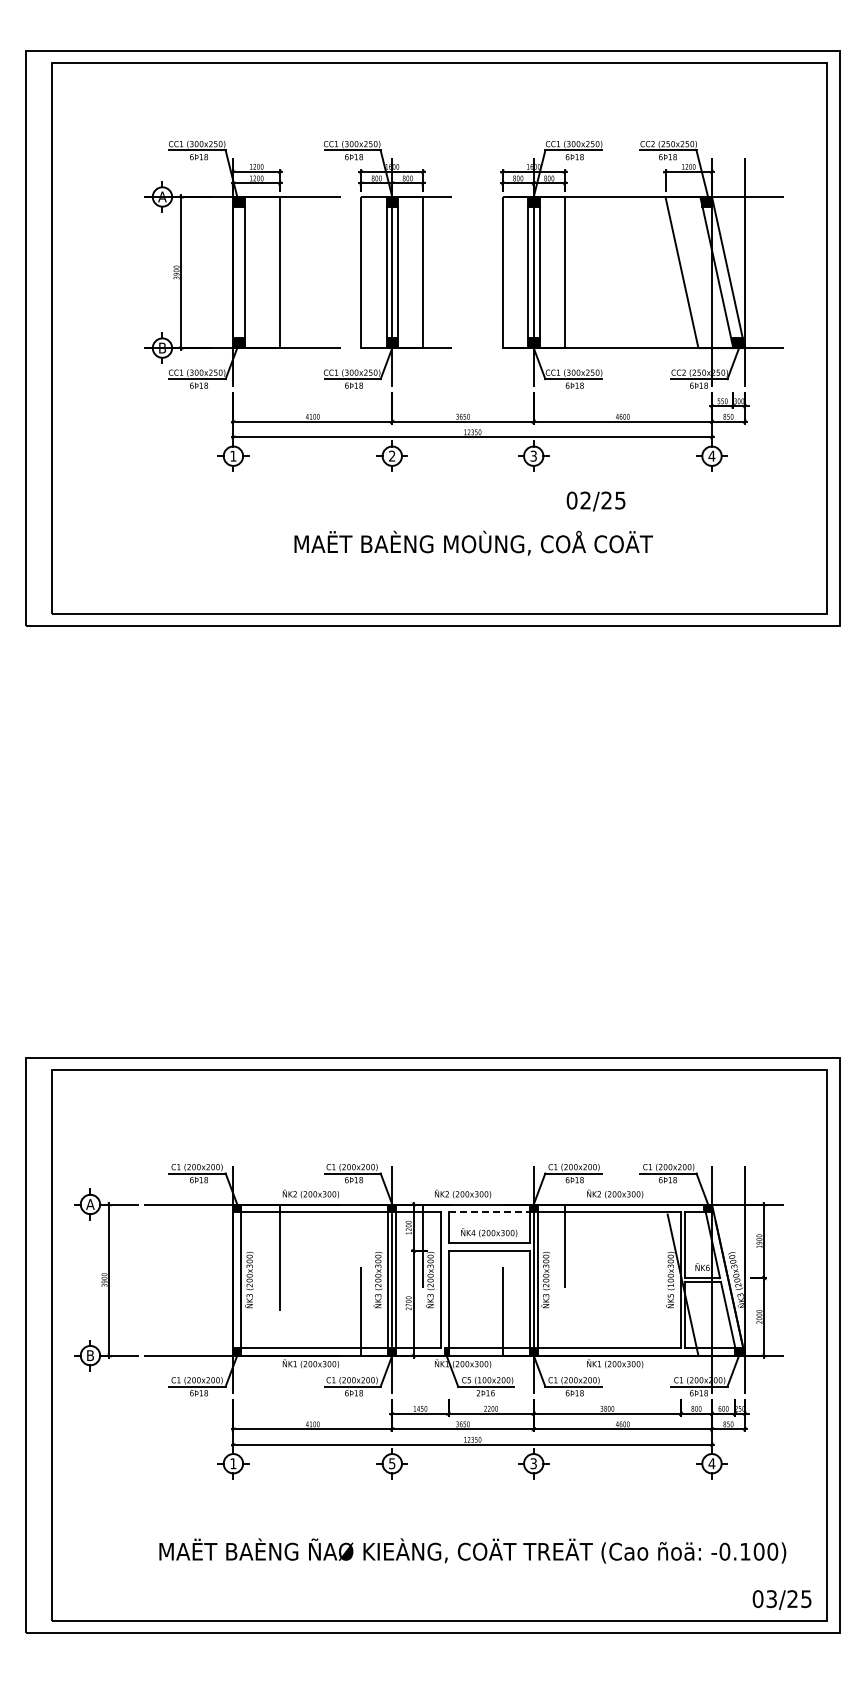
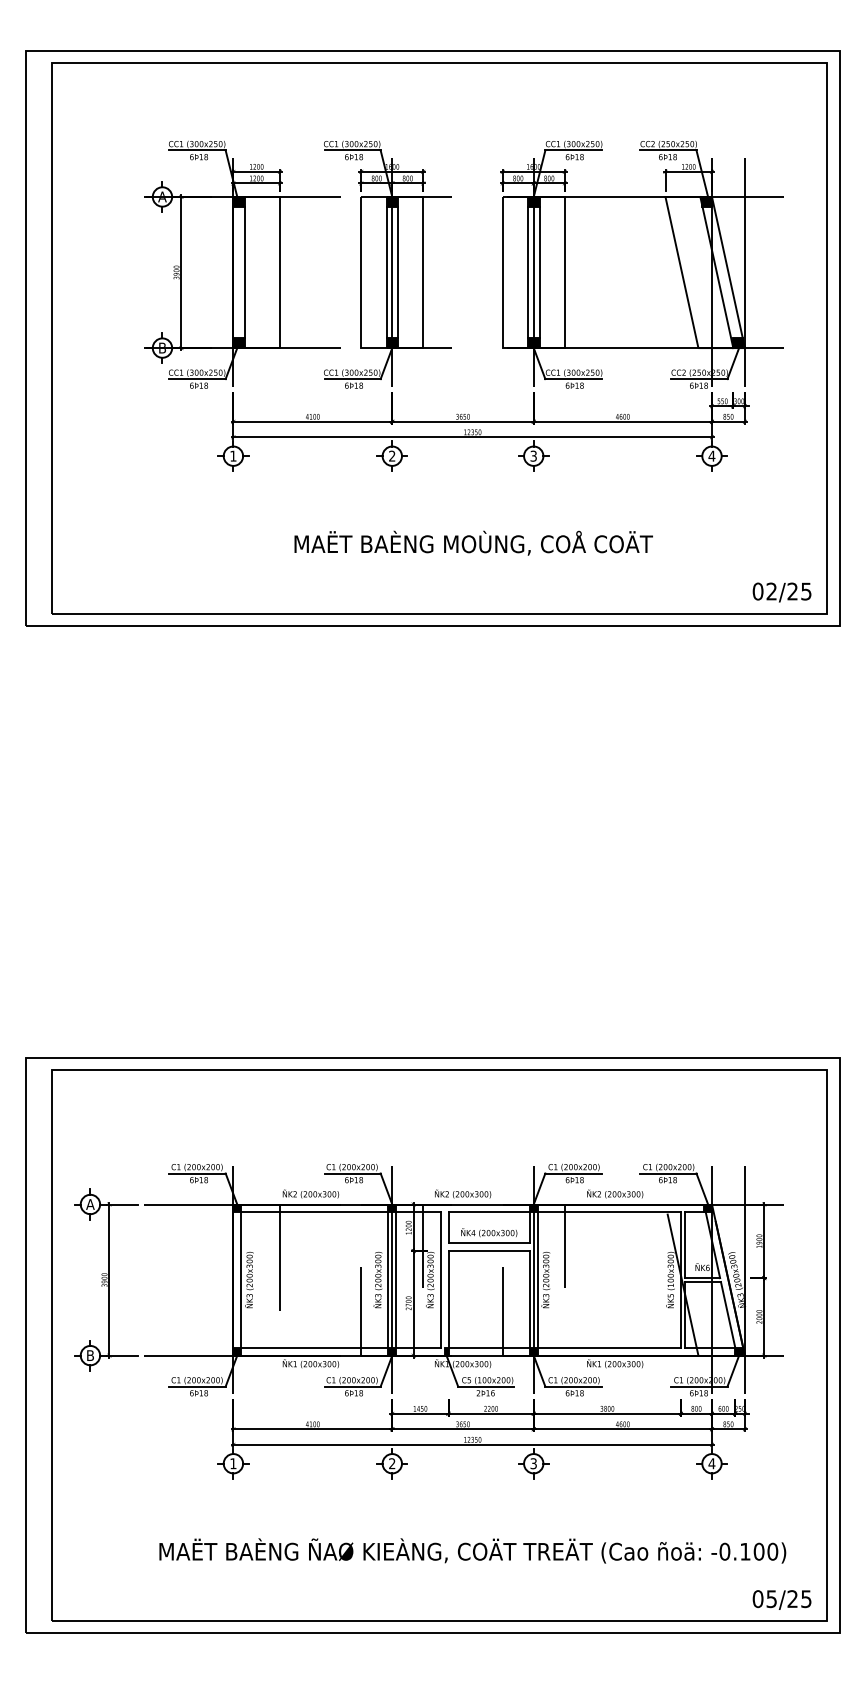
text at (595, 501) position: (595, 501) -> (781, 592)
line at (489, 1212): dashed -> solid
text at (392, 1463): 5 -> 2
text at (771, 1598): 03/25 -> 05/25
